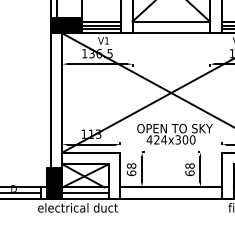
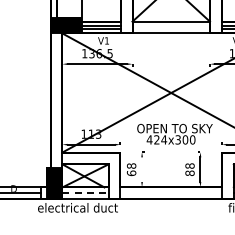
line at (142, 169): present -> none
text at (189, 173): 68 -> 88
line at (86, 193): solid -> dashed
